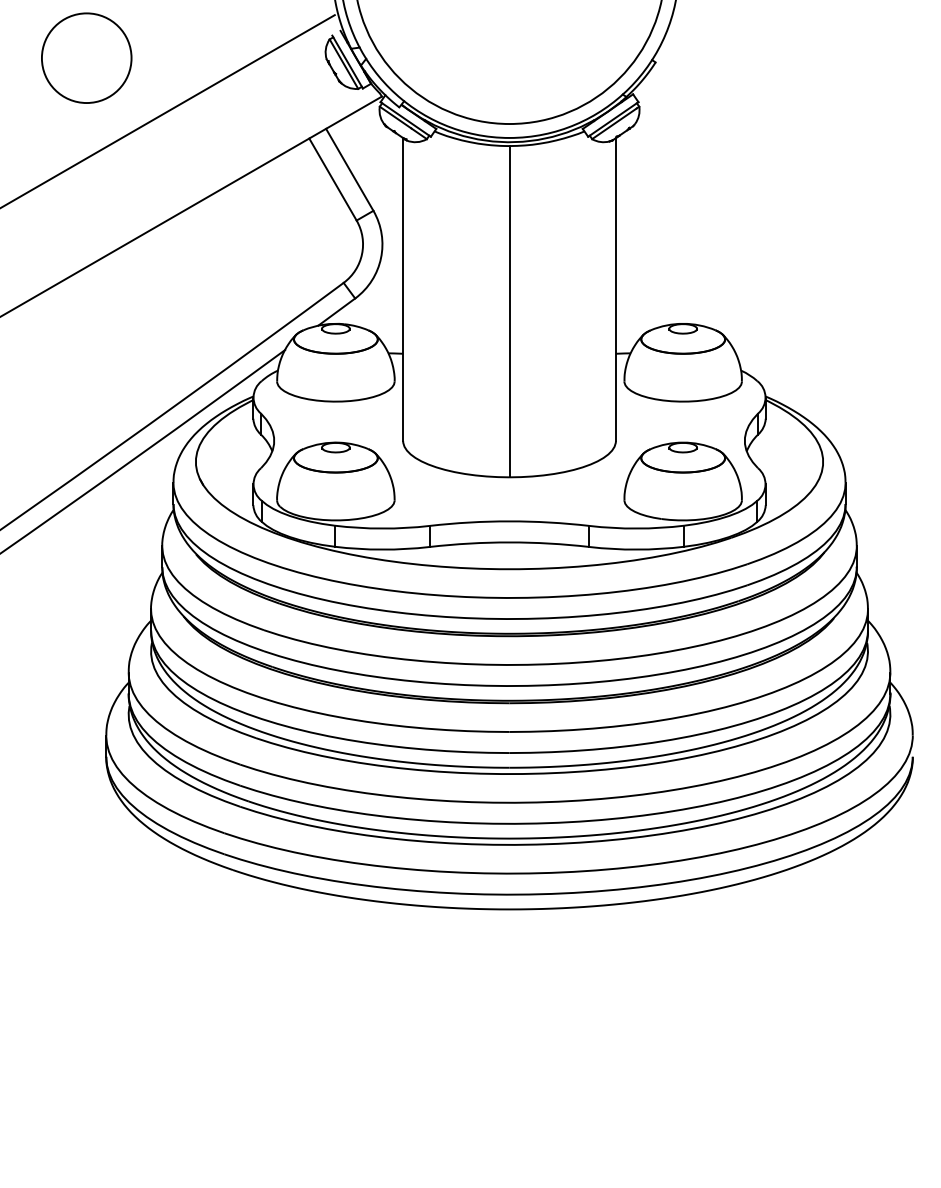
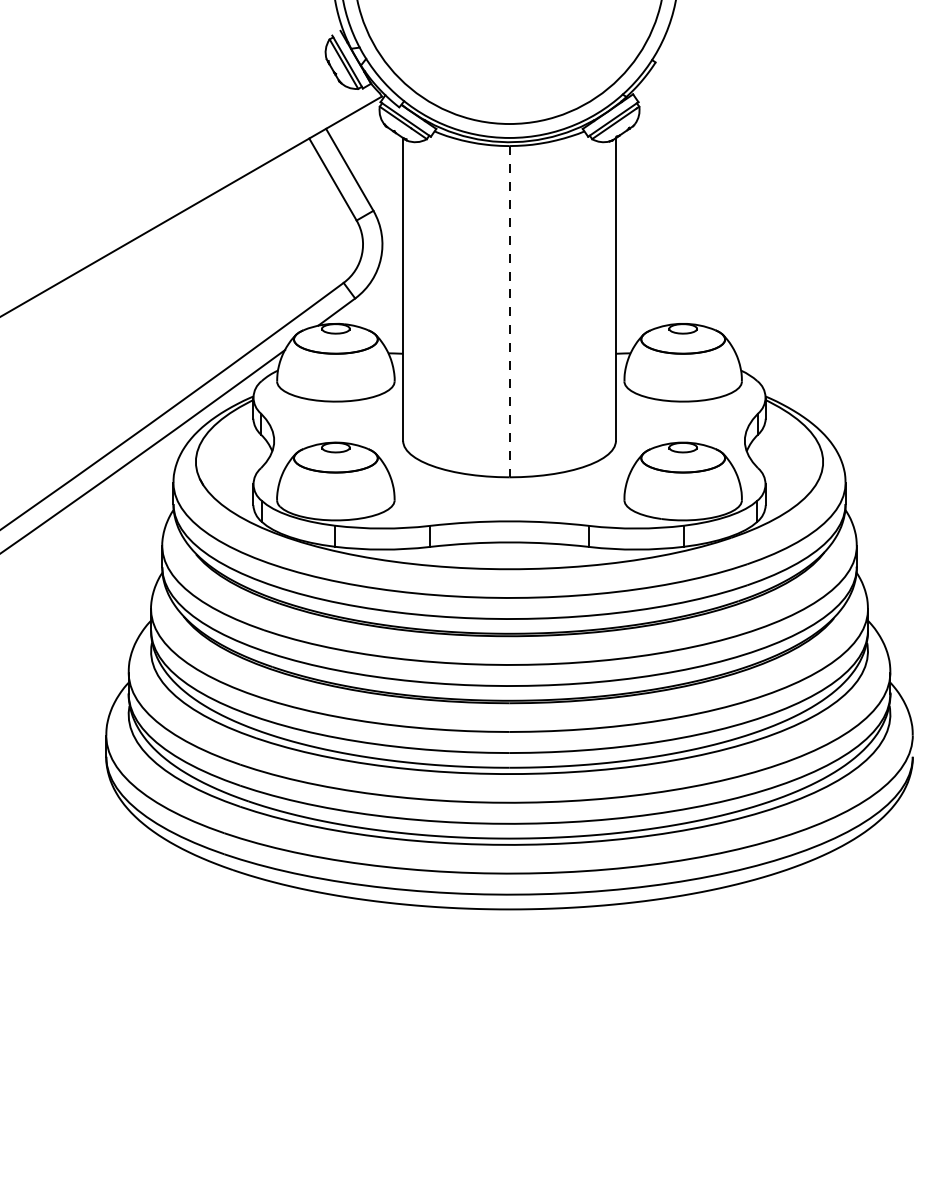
circle at (86, 57): present -> none
line at (168, 111): present -> none
line at (509, 311): solid -> dashed
